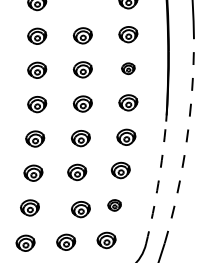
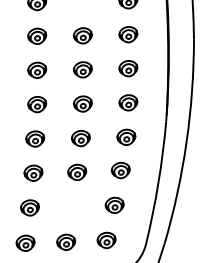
part at (128, 68) size: 15x14 px -> 21x18 px
arc at (186, 142): dashed -> solid
arc at (158, 183): dashed -> solid
part at (114, 205) size: 15x13 px -> 21x19 px
part at (80, 209): present -> none
